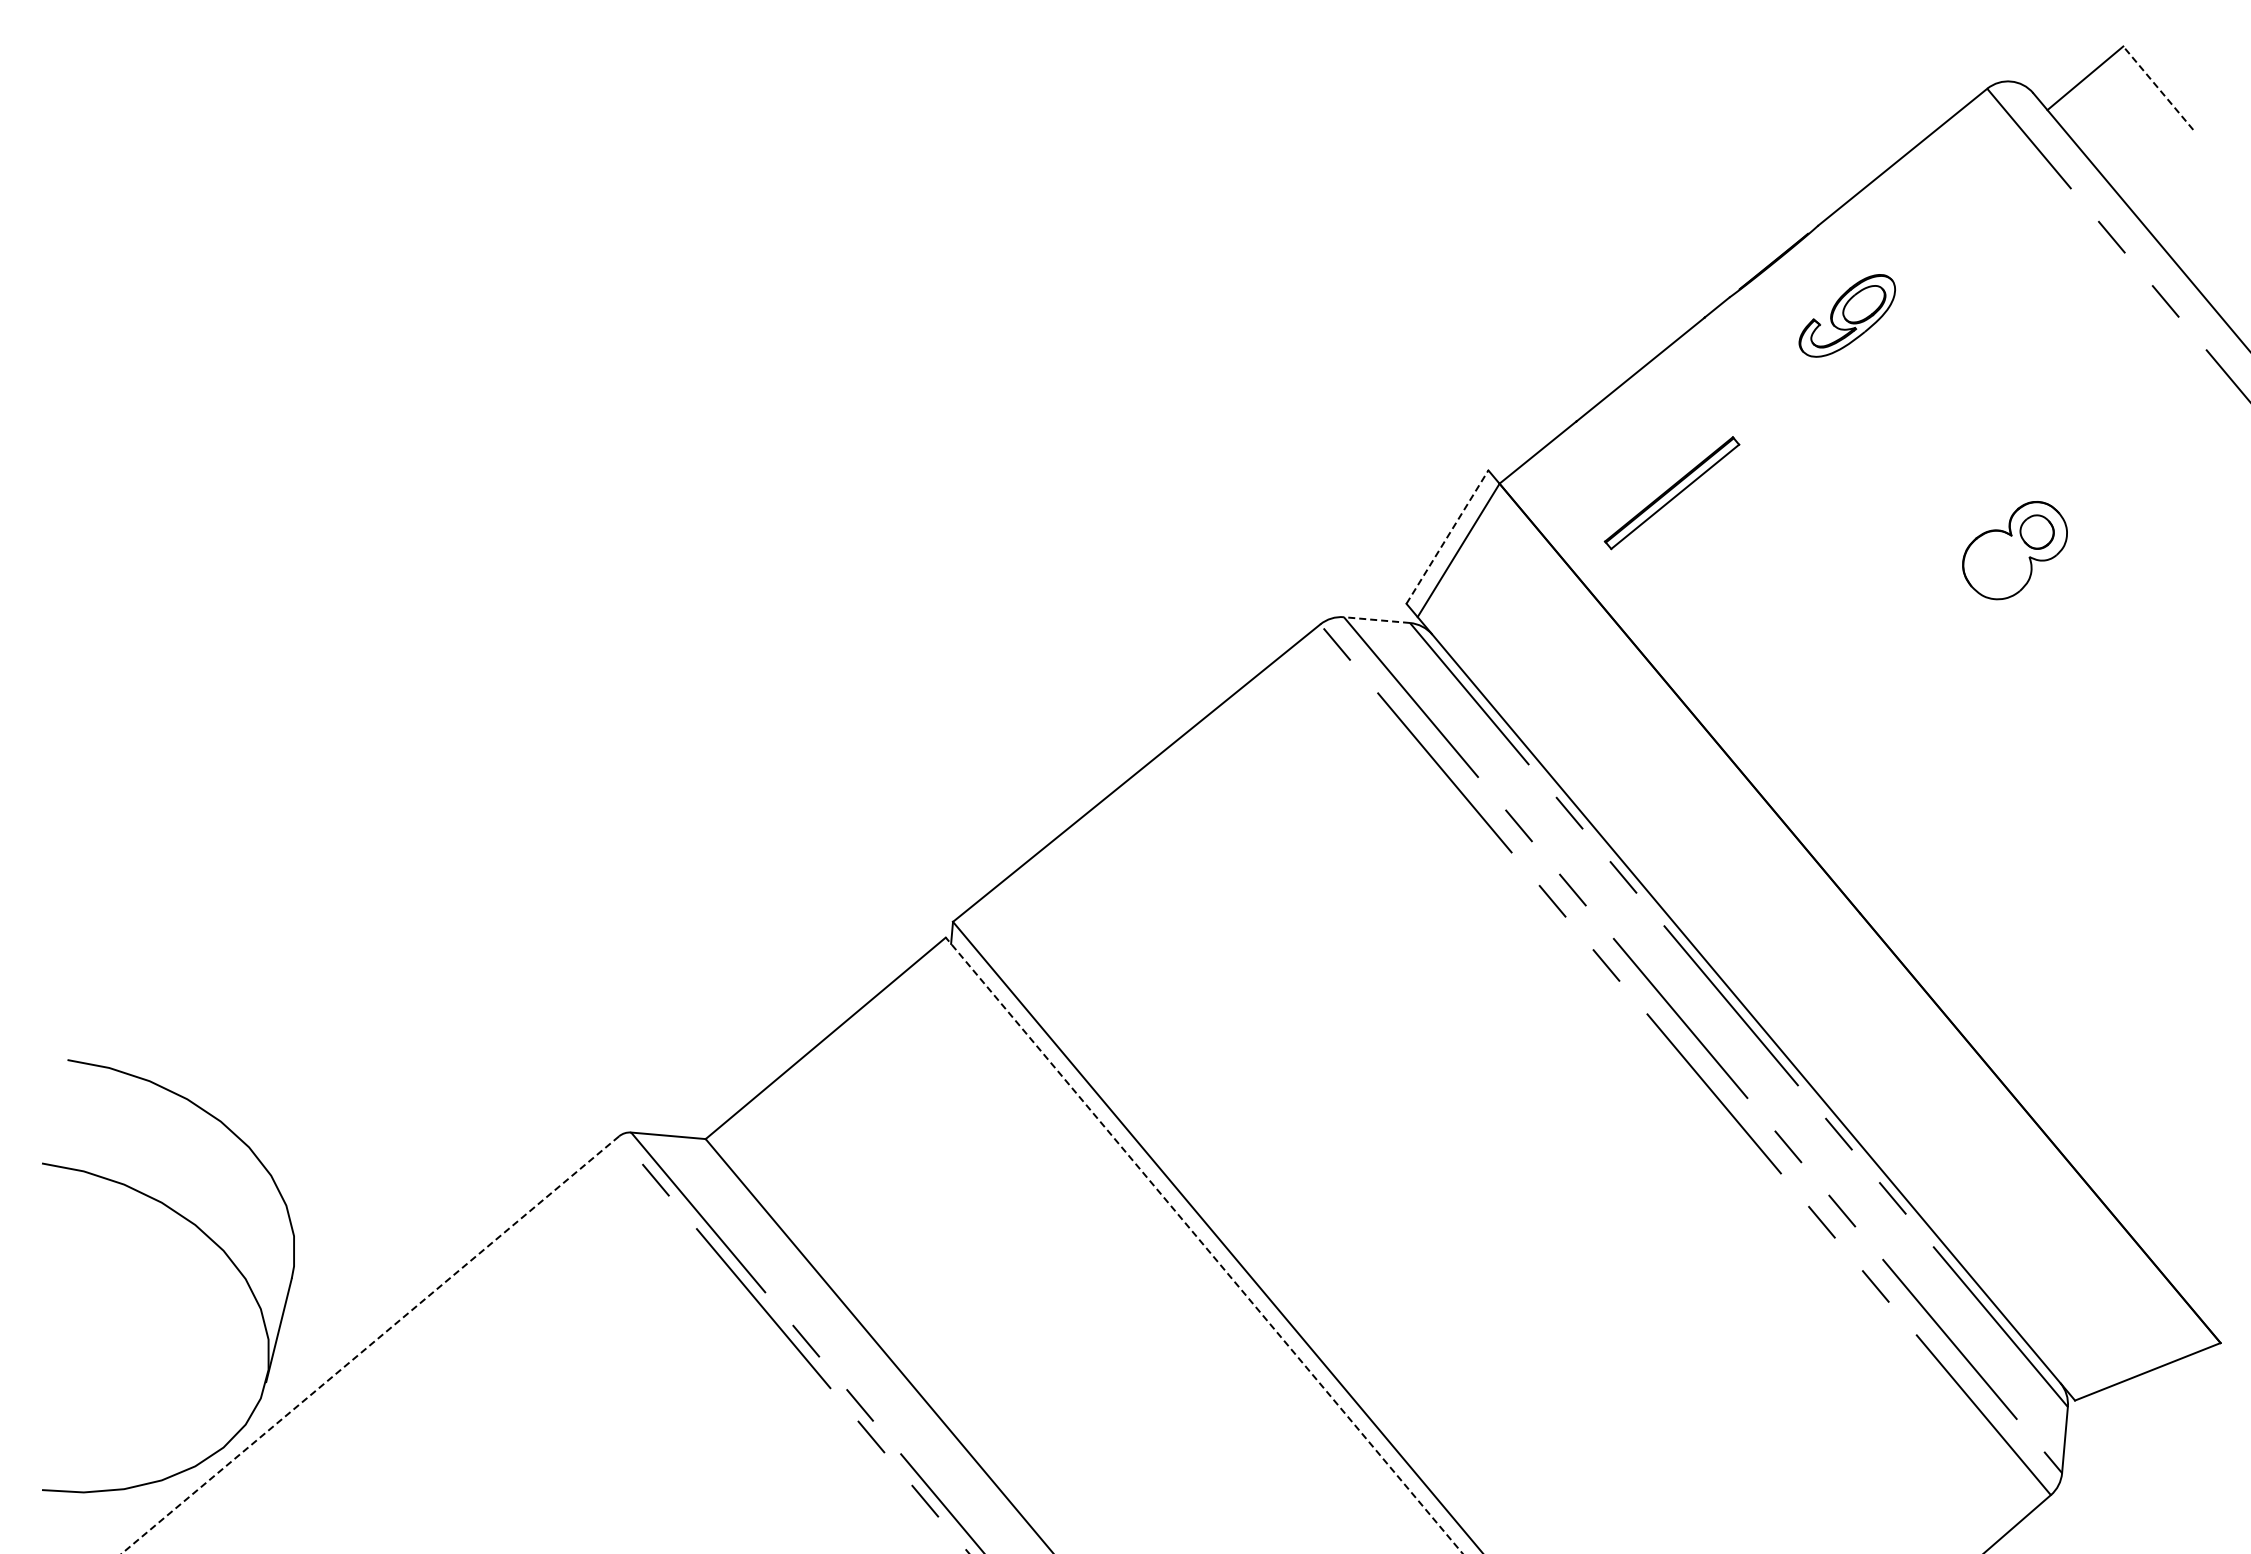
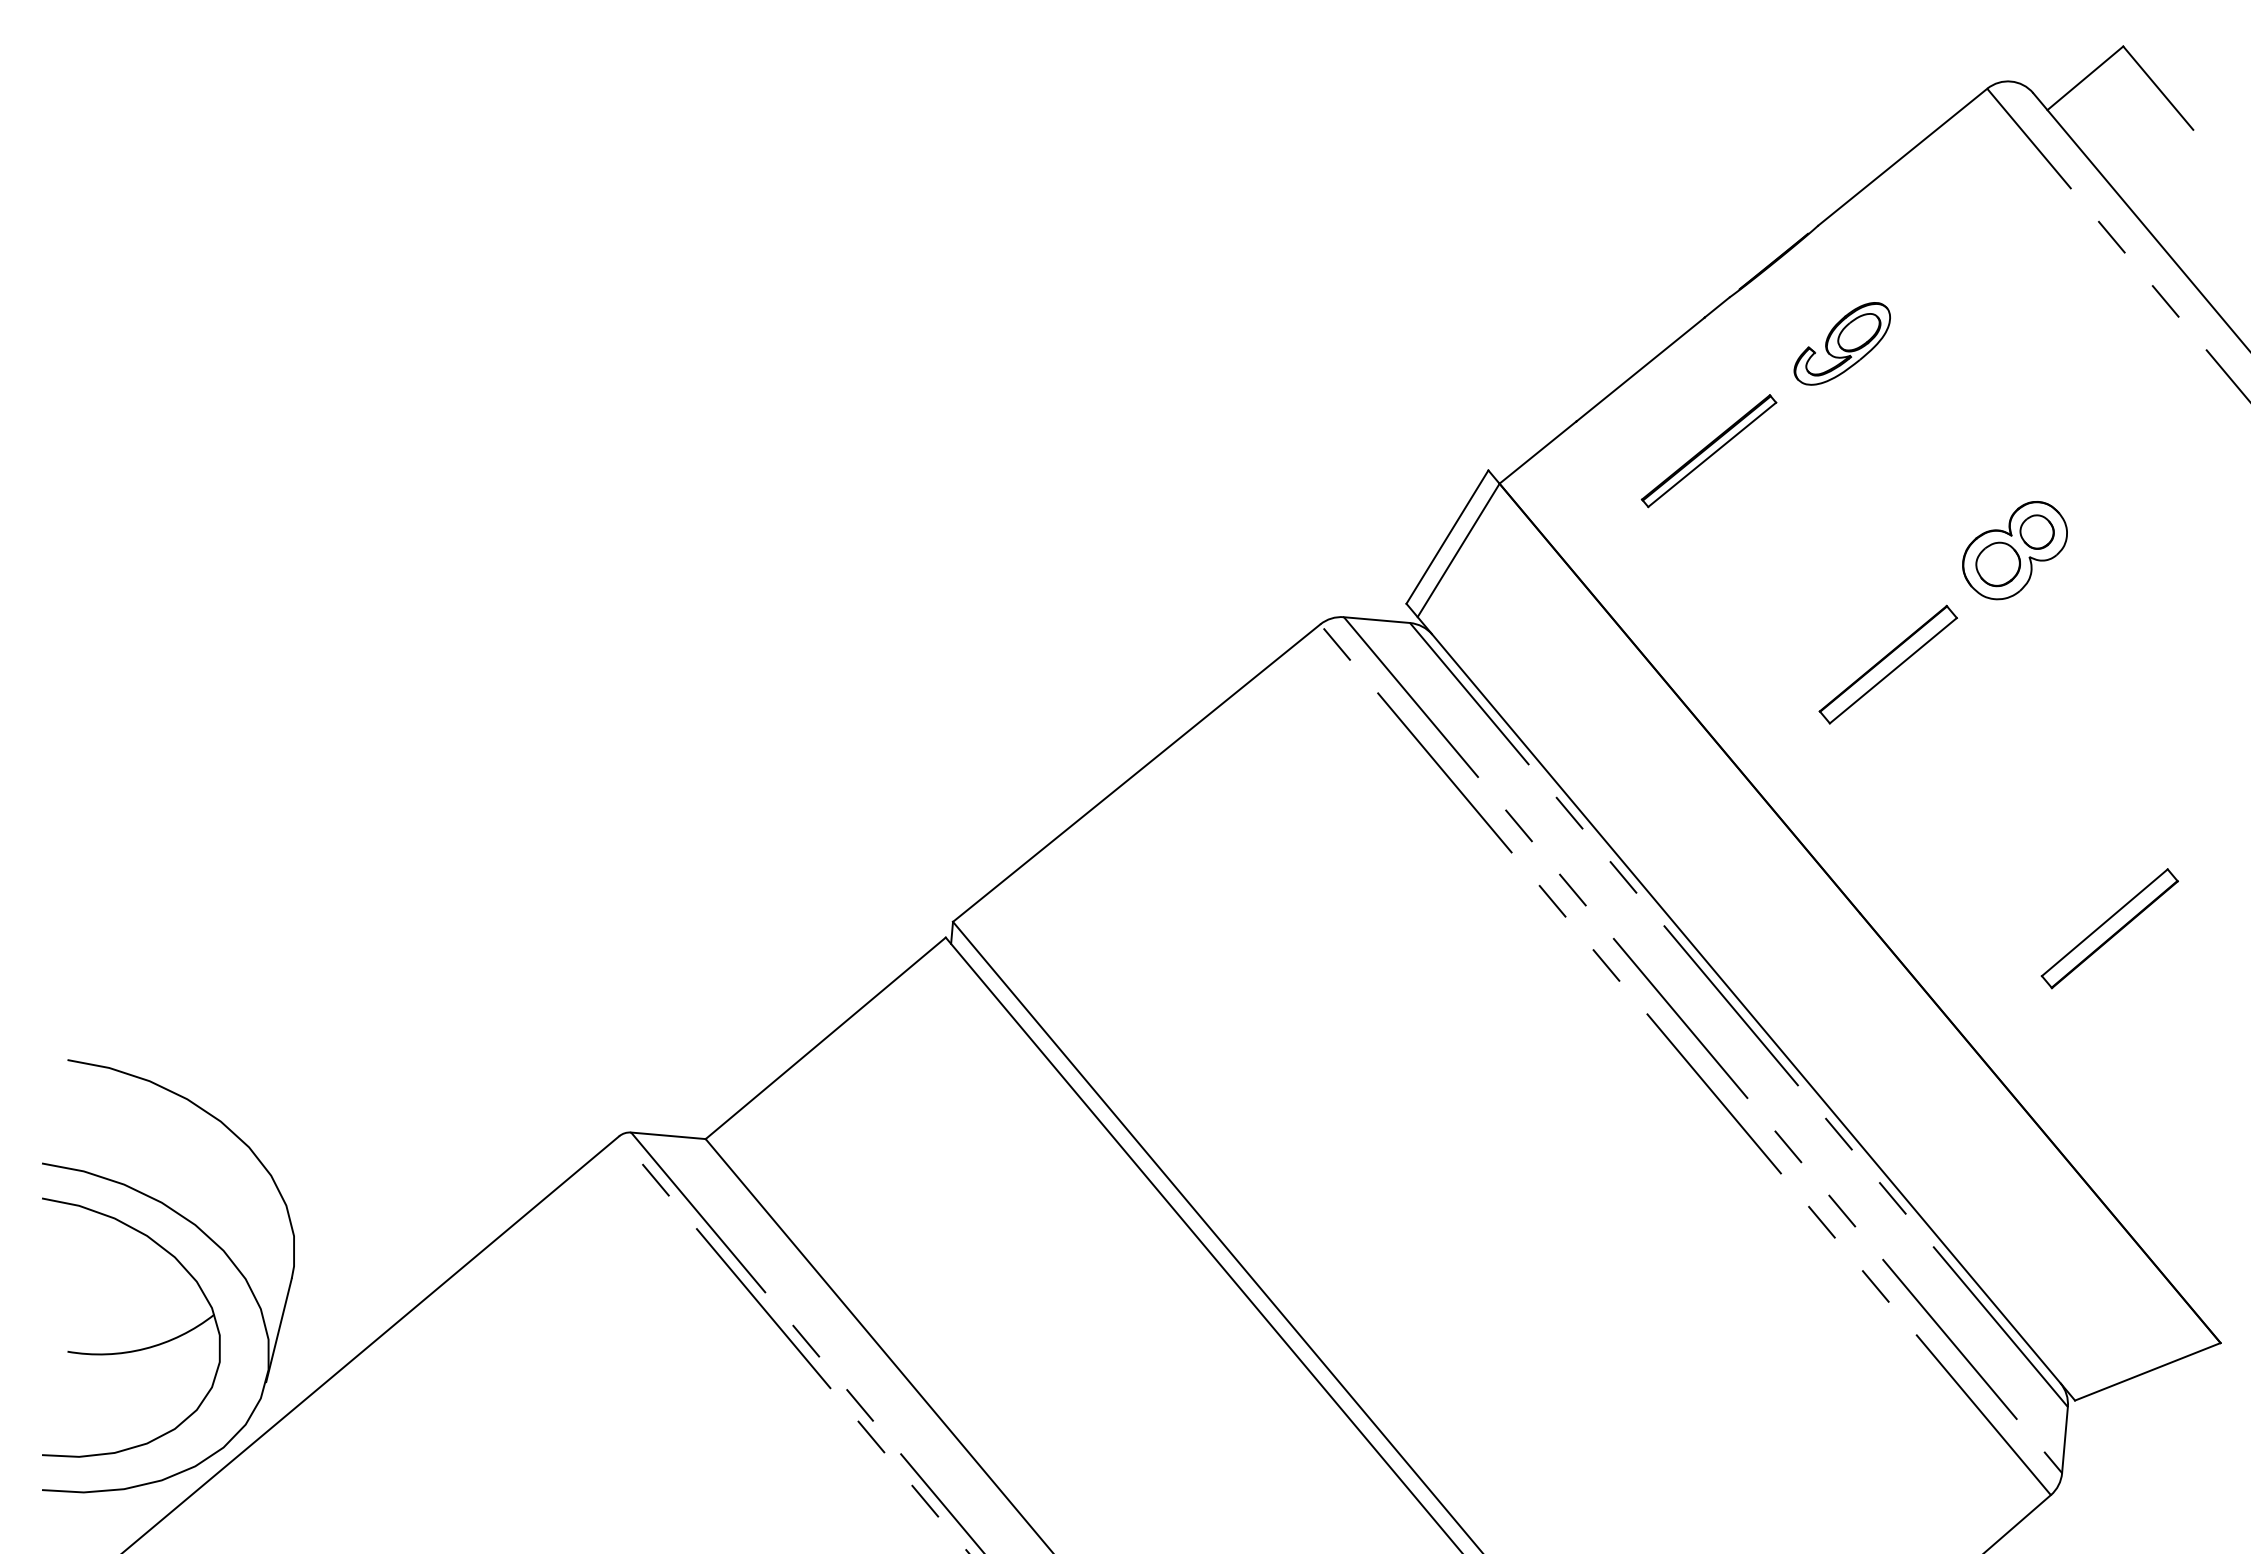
line at (2157, 87): dashed -> solid
part at (1846, 315) position: (1846, 315) -> (1841, 343)
part at (1671, 493) position: (1671, 493) -> (1708, 451)
line at (1447, 536): dashed -> solid
part at (1997, 564): none -> present
line at (1376, 620): dashed -> solid
part at (1887, 664): none -> present
part at (2109, 928): none -> present
line at (1204, 1245): dashed -> solid
line at (370, 1345): dashed -> solid
part at (136, 1349): none -> present
